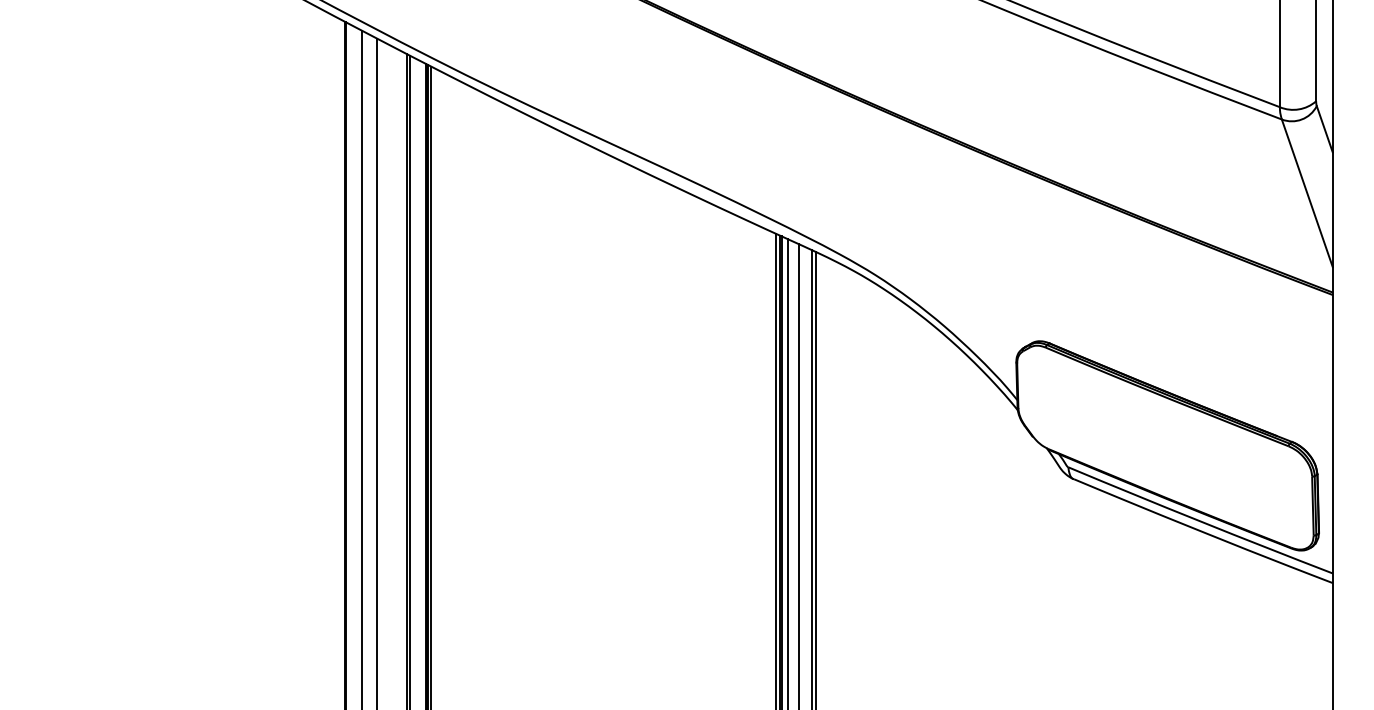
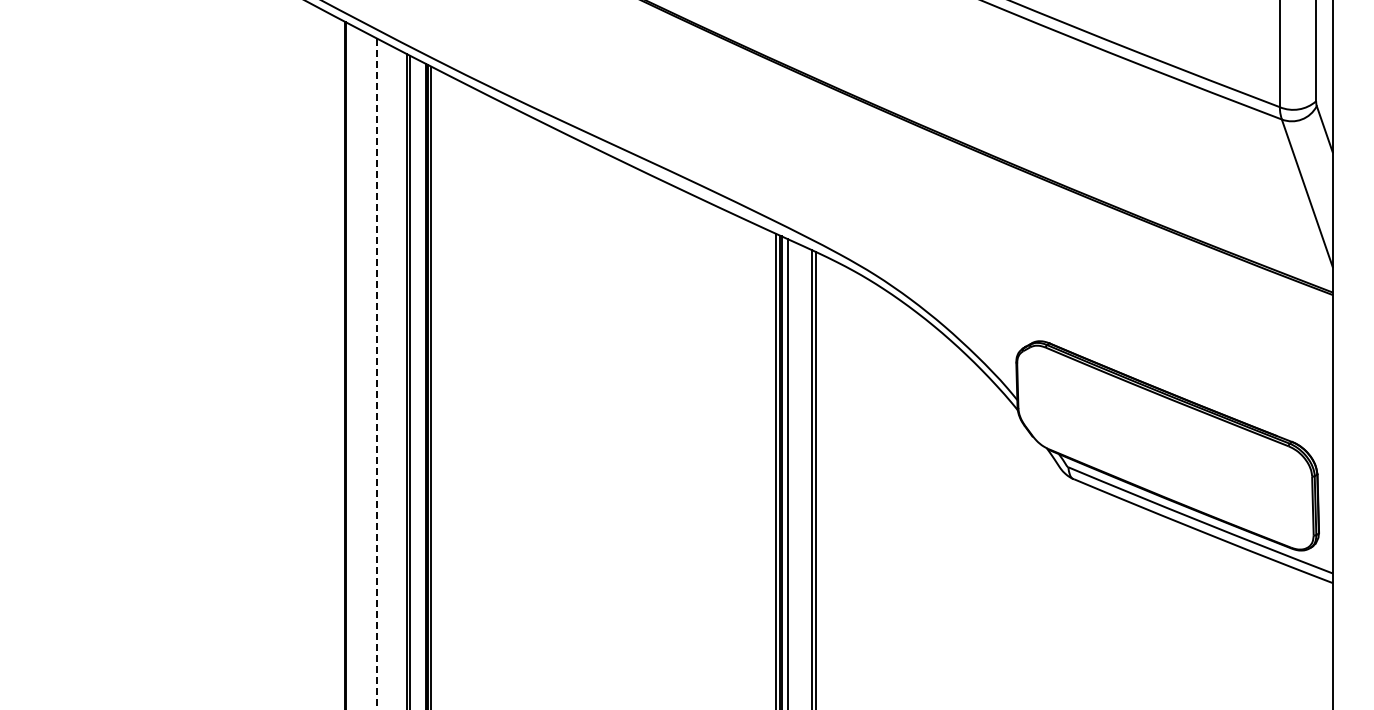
line at (362, 368): present -> none
line at (377, 374): solid -> dashed
line at (798, 475): present -> none
